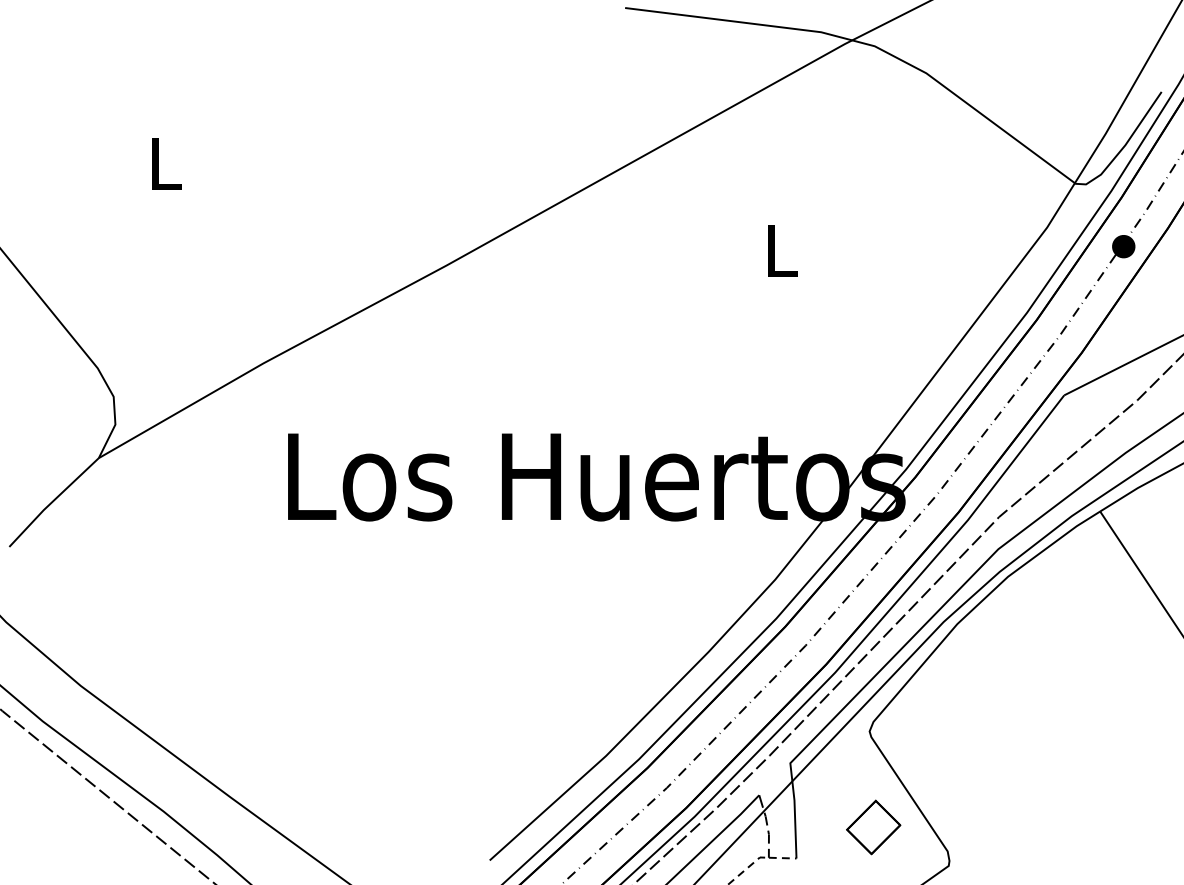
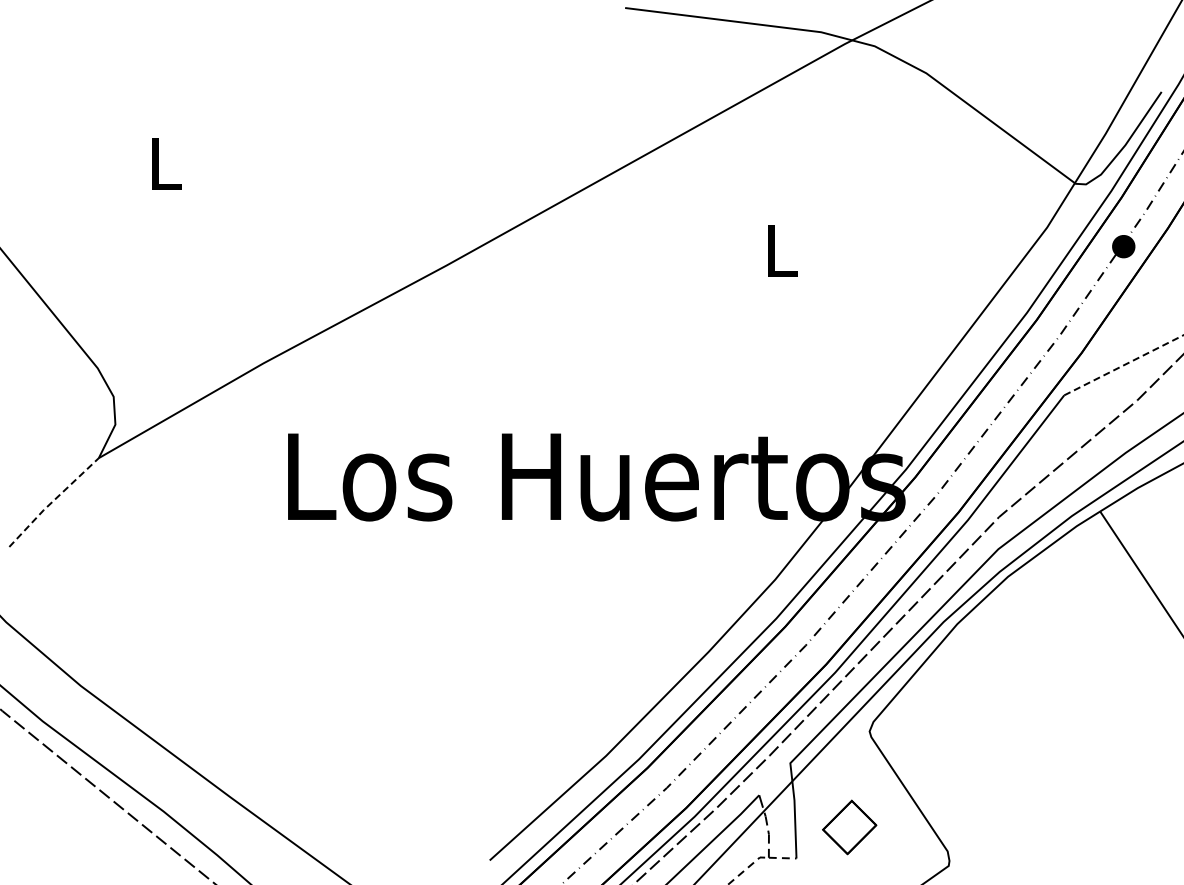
line at (1123, 365): solid -> dashed
line at (52, 501): solid -> dashed
part at (873, 827) position: (873, 827) -> (849, 827)
